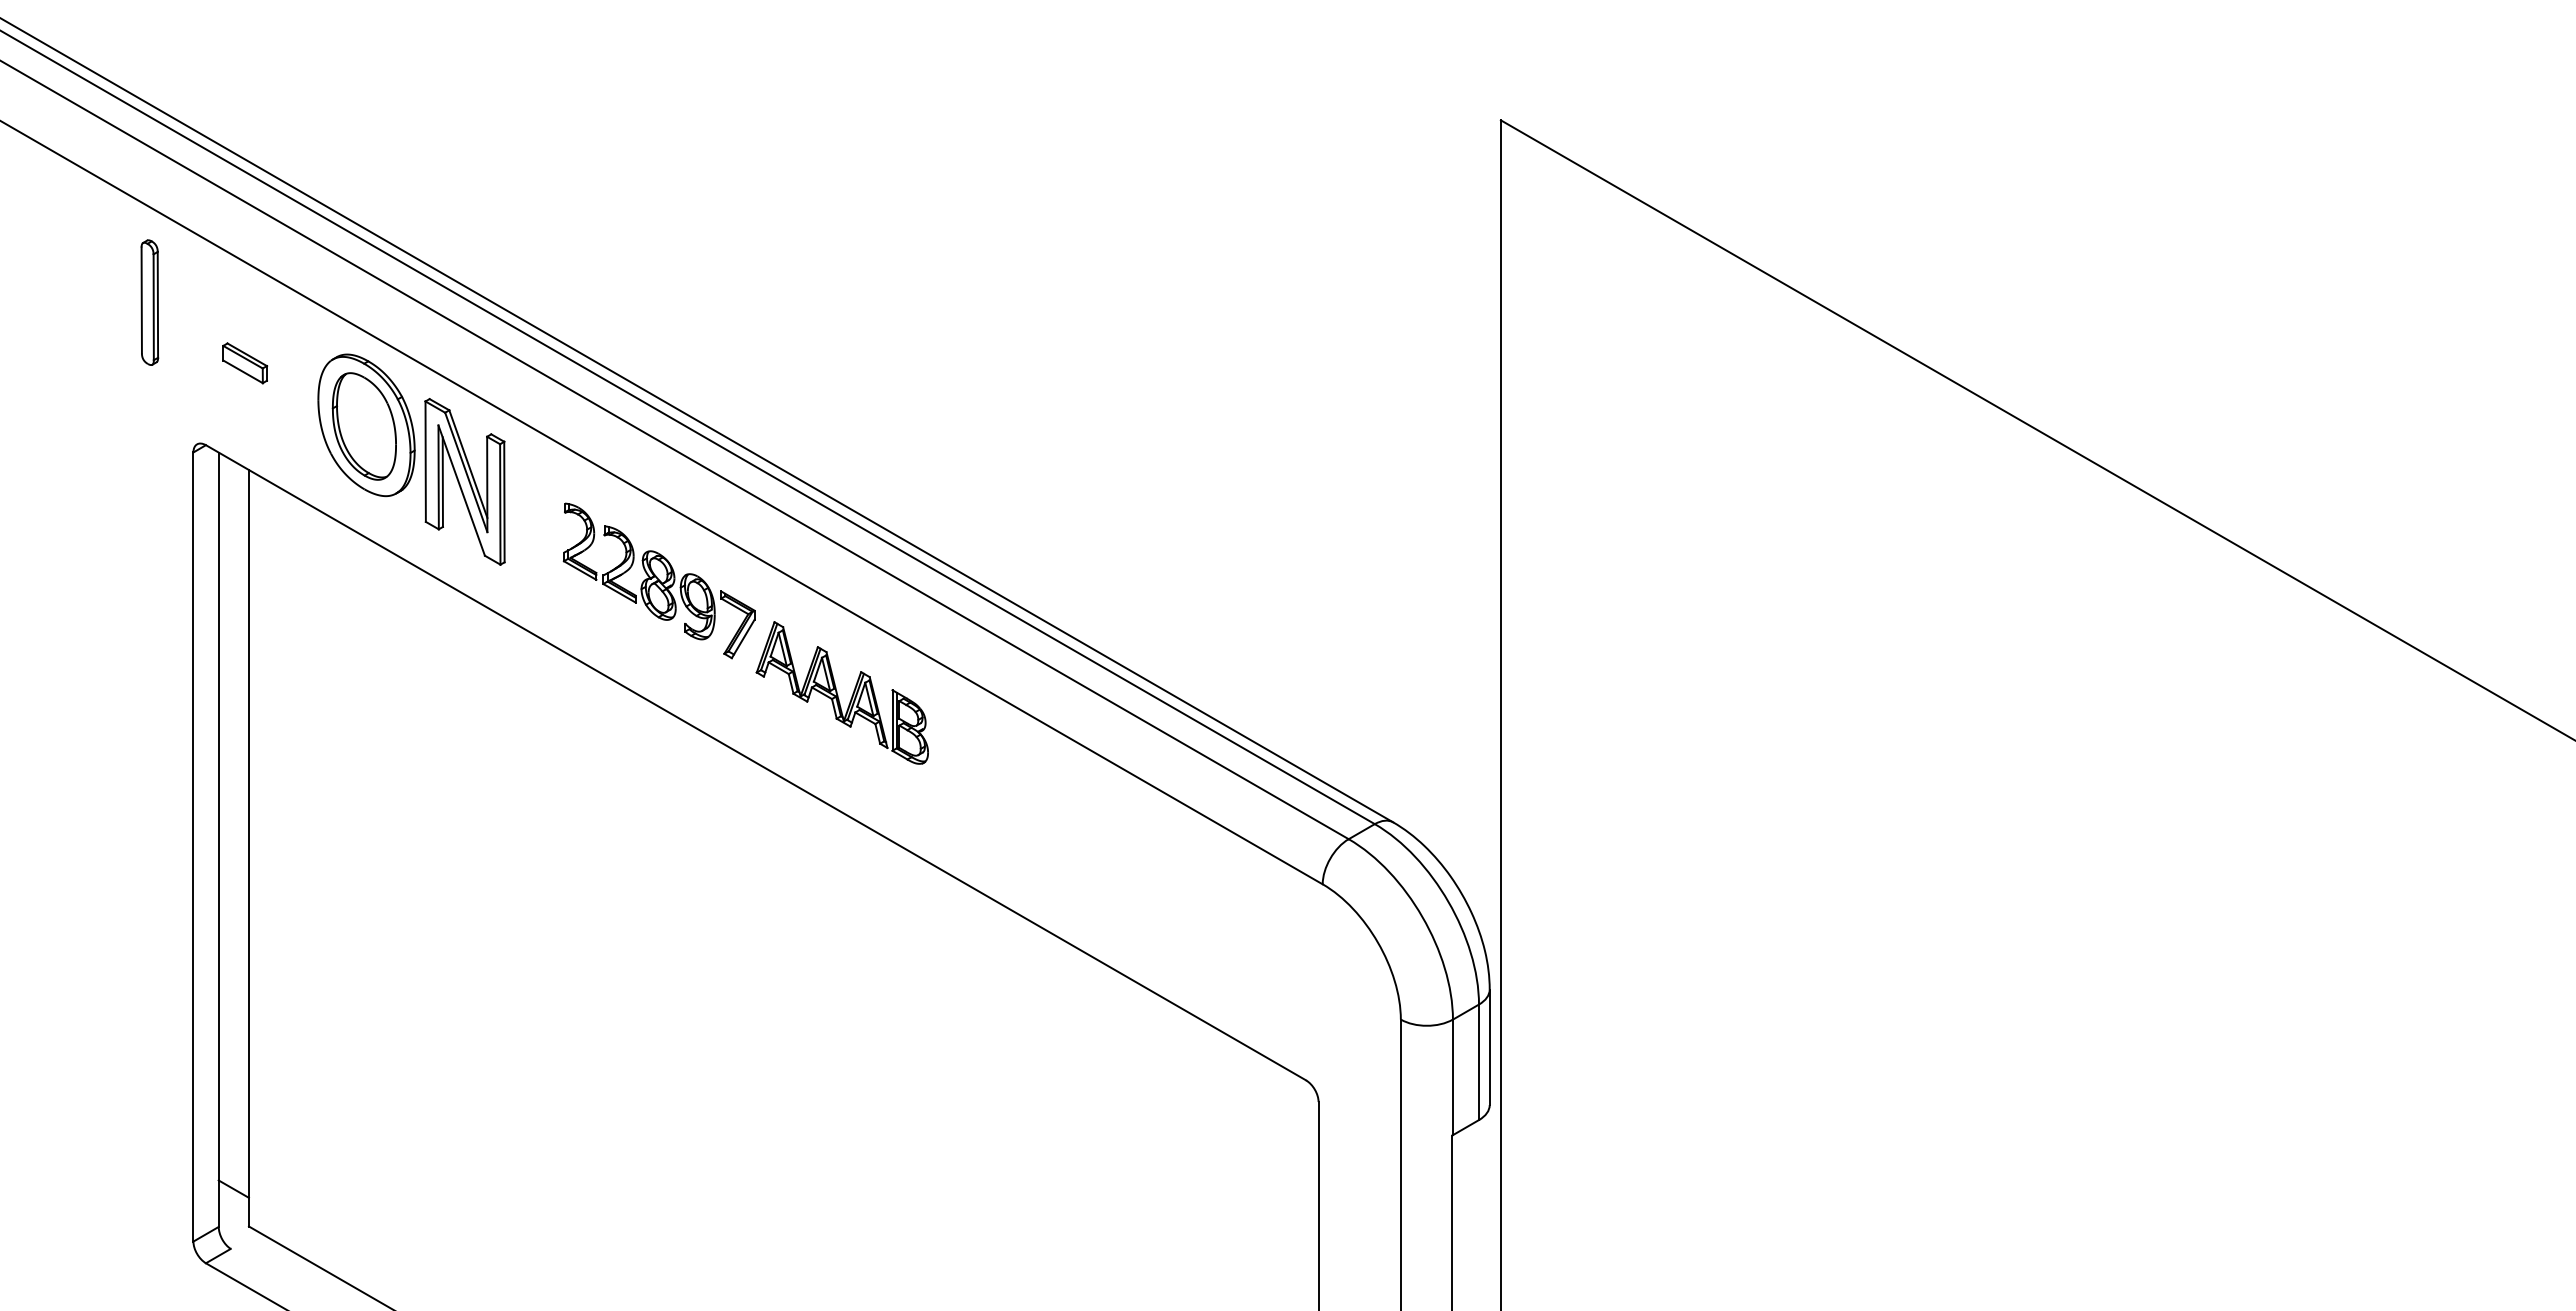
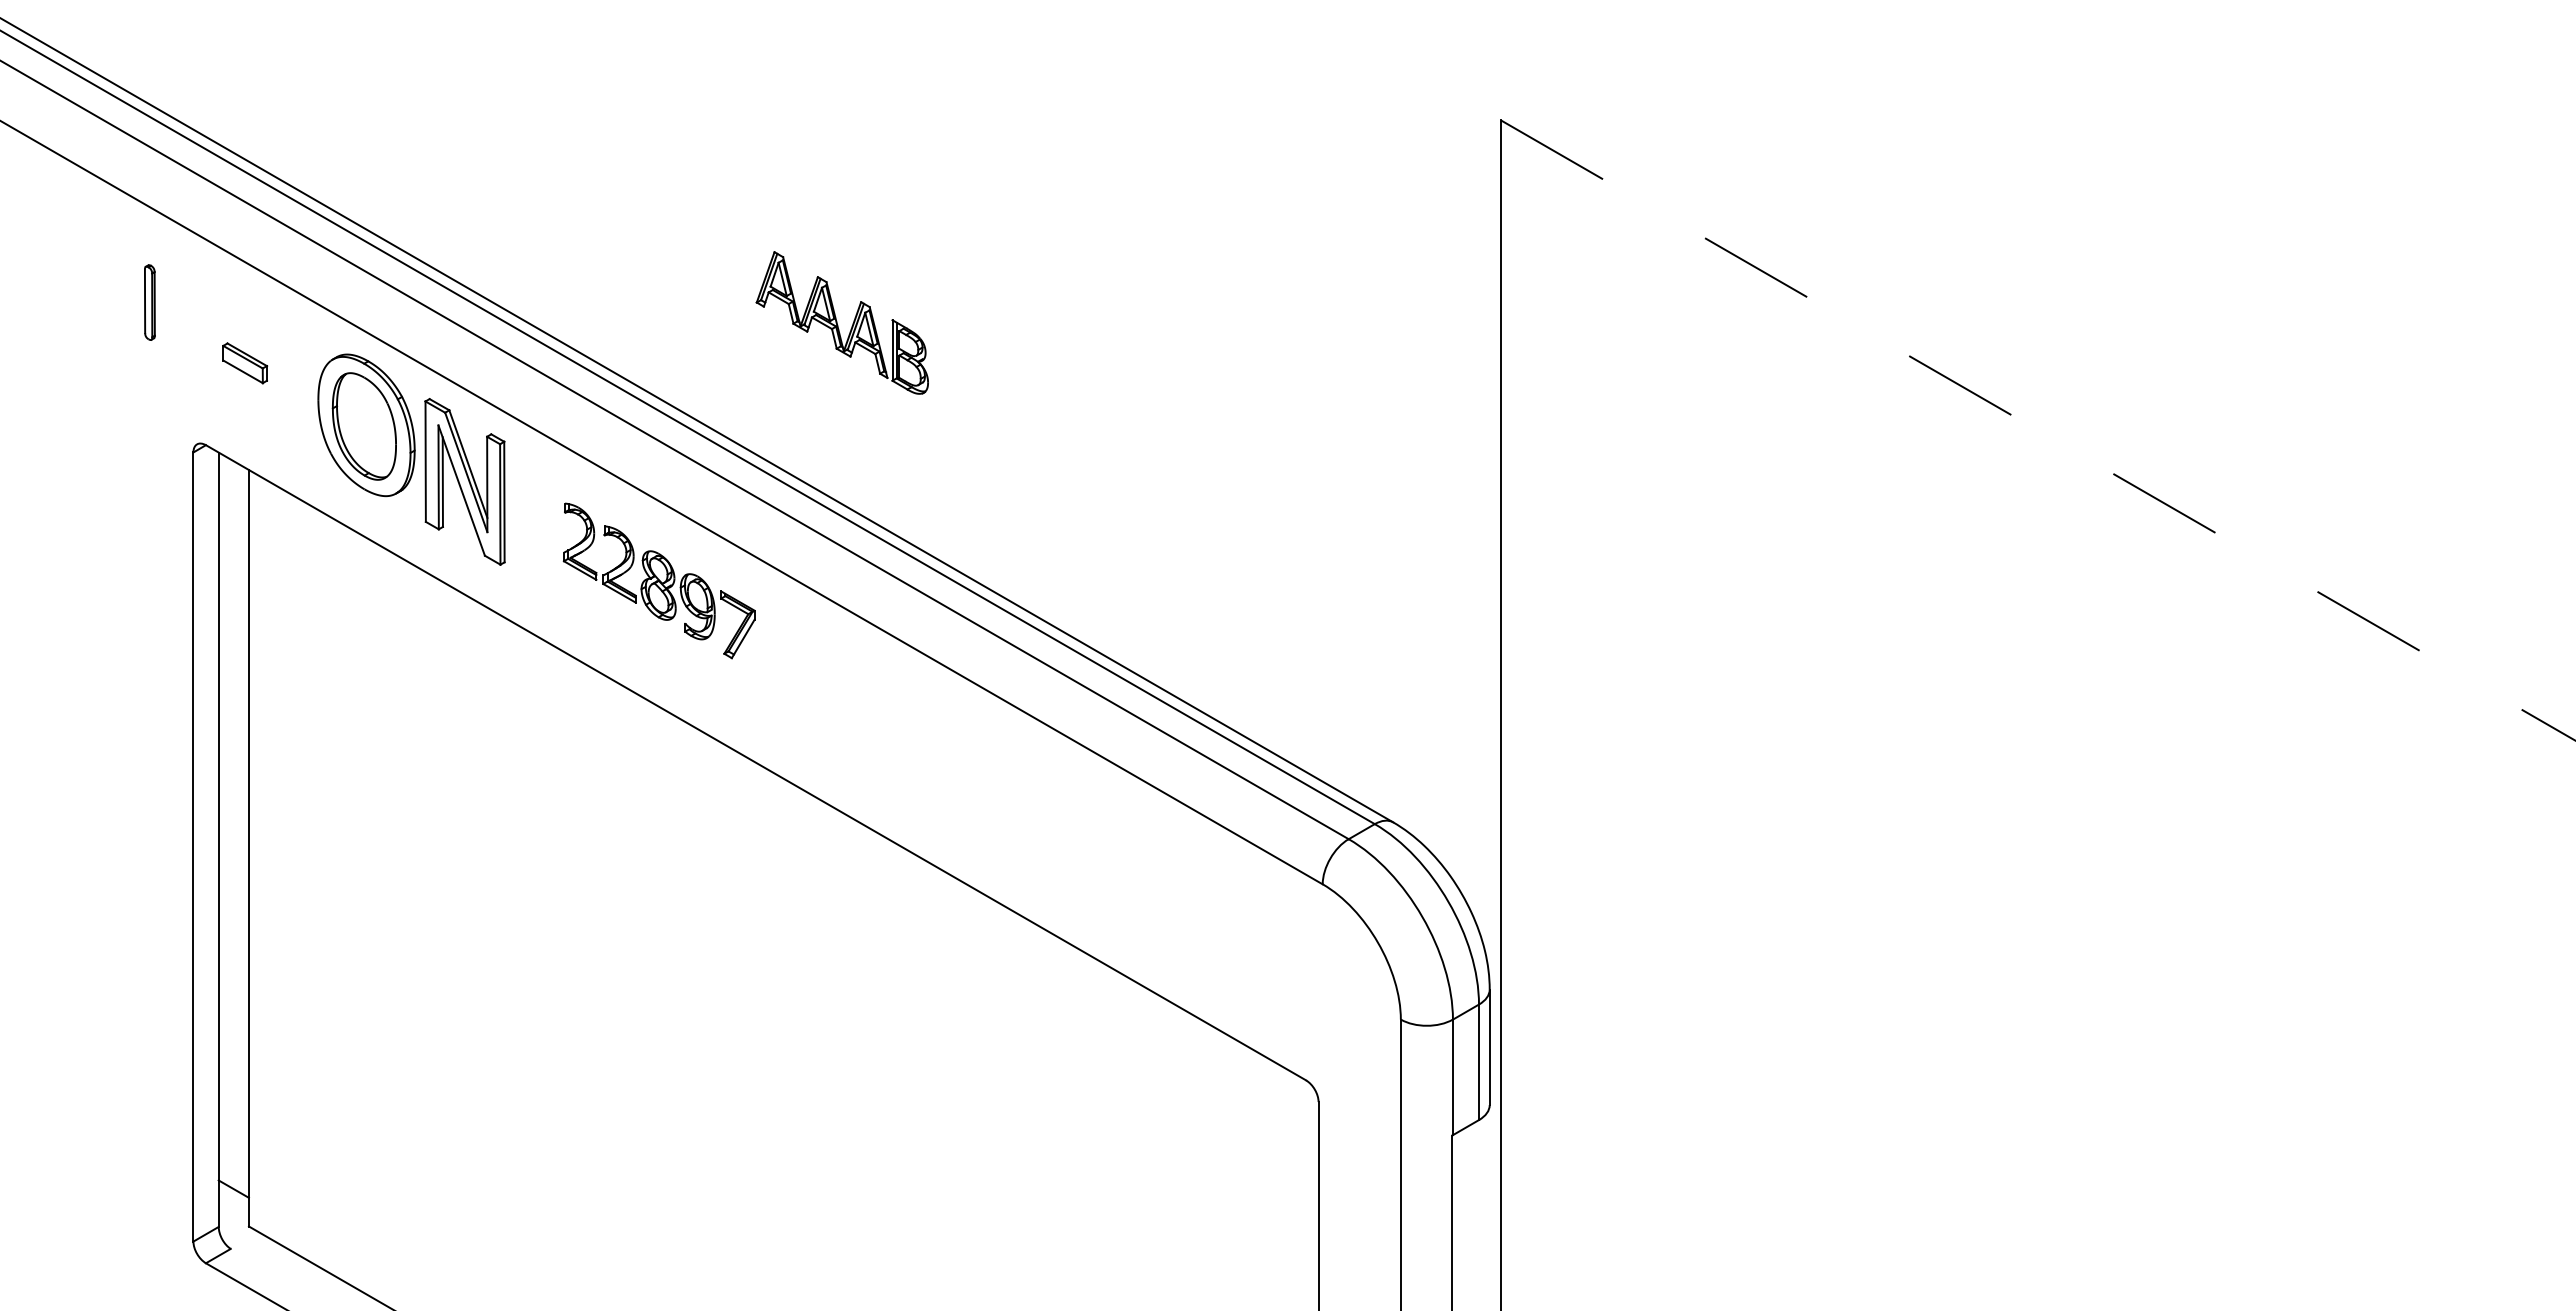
part at (149, 302) size: 20x127 px -> 12x77 px
line at (2038, 430): solid -> dashed
part at (841, 692) position: (841, 692) -> (841, 322)
